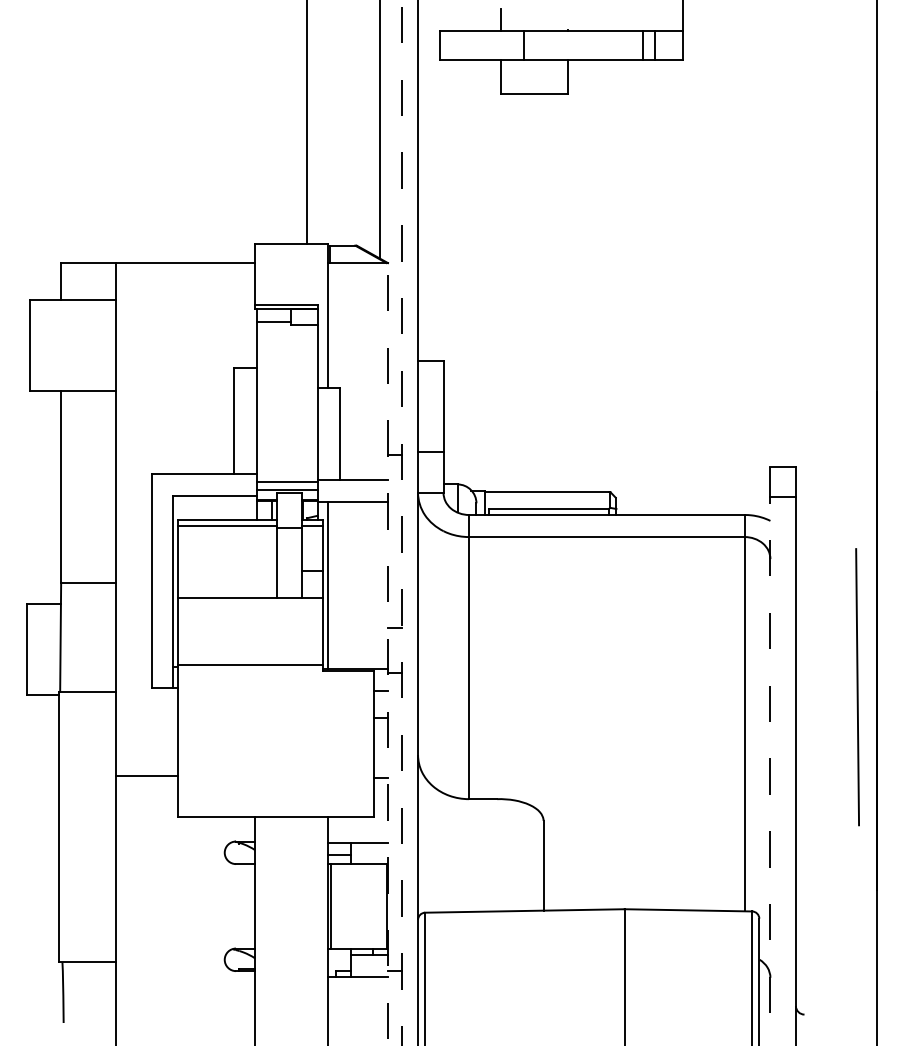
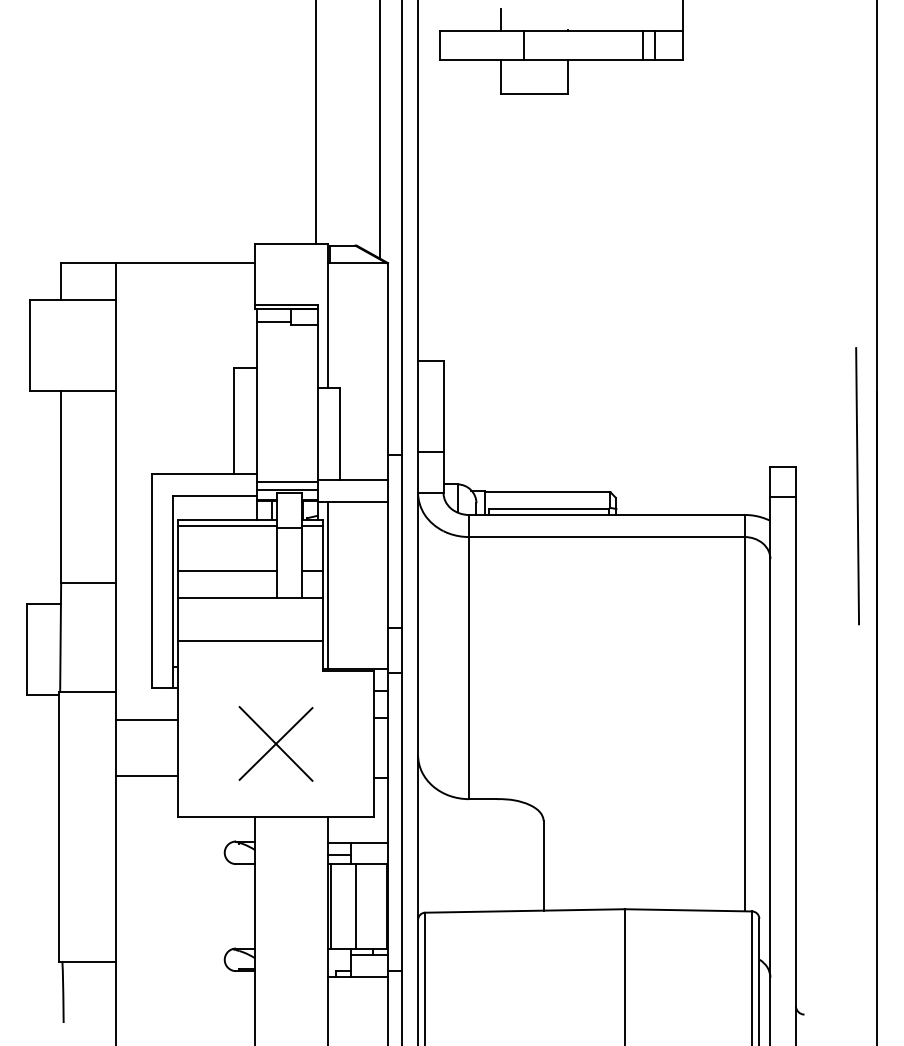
line at (307, 122) position: (307, 122) -> (316, 122)
line at (401, 522): dashed -> solid
line at (227, 570): none -> present
line at (387, 654): dashed -> solid
line at (250, 664) position: (250, 664) -> (250, 640)
line at (857, 687) position: (857, 687) -> (857, 486)
line at (146, 719): none -> present
part at (275, 743): none -> present
line at (770, 756): dashed -> solid
line at (356, 906): none -> present
